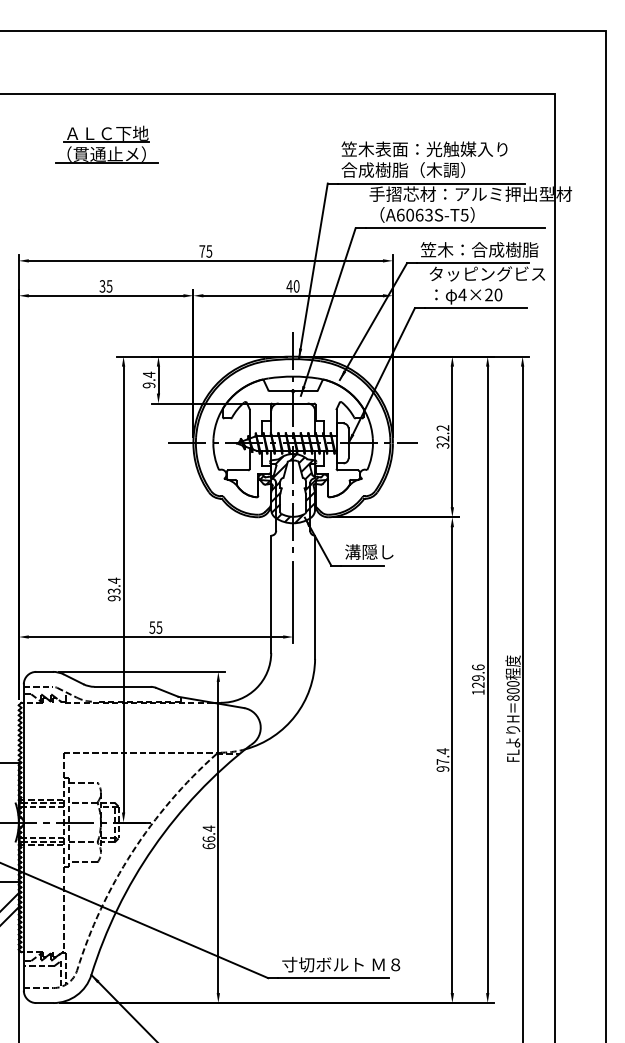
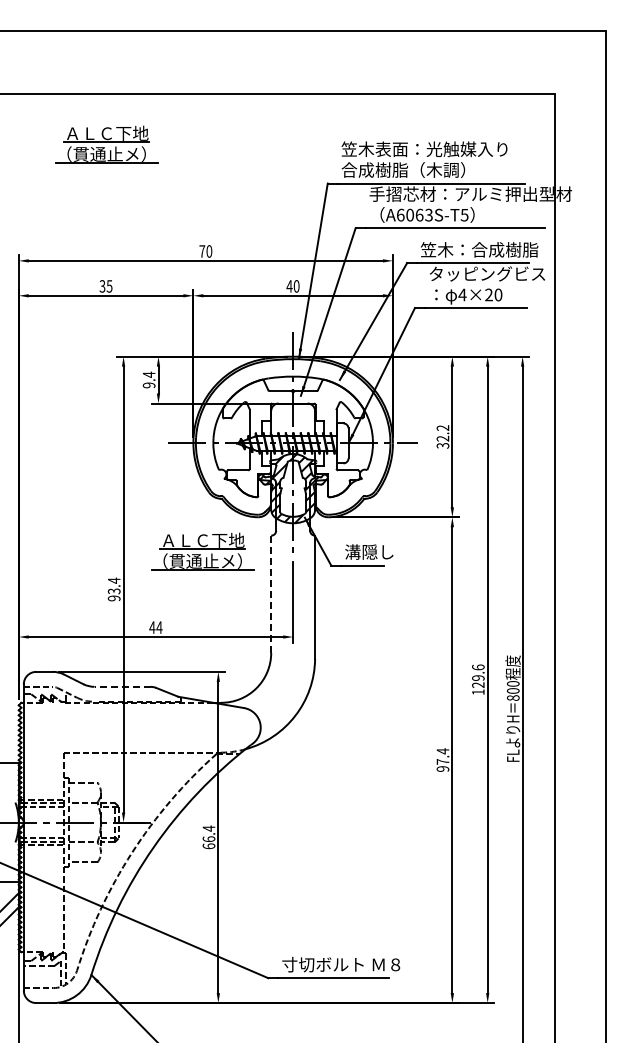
text at (209, 251): 75 -> 70
part at (202, 551): none -> present
line at (271, 594): solid -> dashed
text at (155, 627): 55 -> 44
line at (122, 686): solid -> dashed
